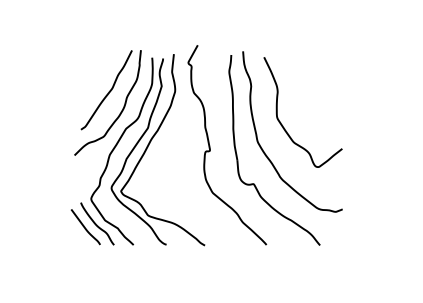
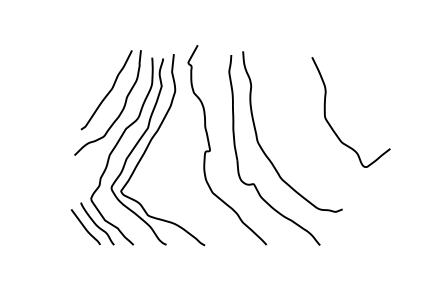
curve at (283, 125) position: (283, 125) -> (331, 125)
